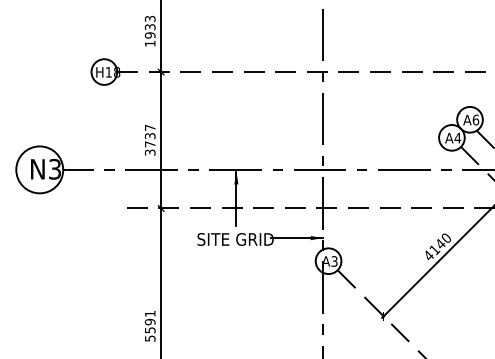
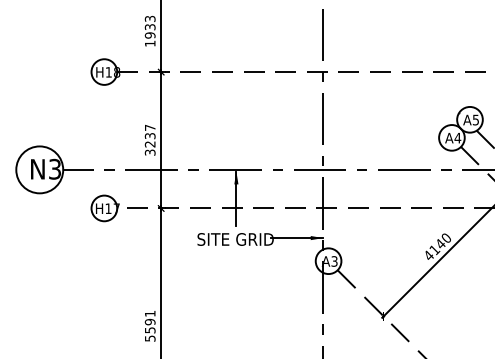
text at (475, 119): A6 -> A5
text at (149, 144): 3737 -> 3237
part at (104, 208): none -> present
